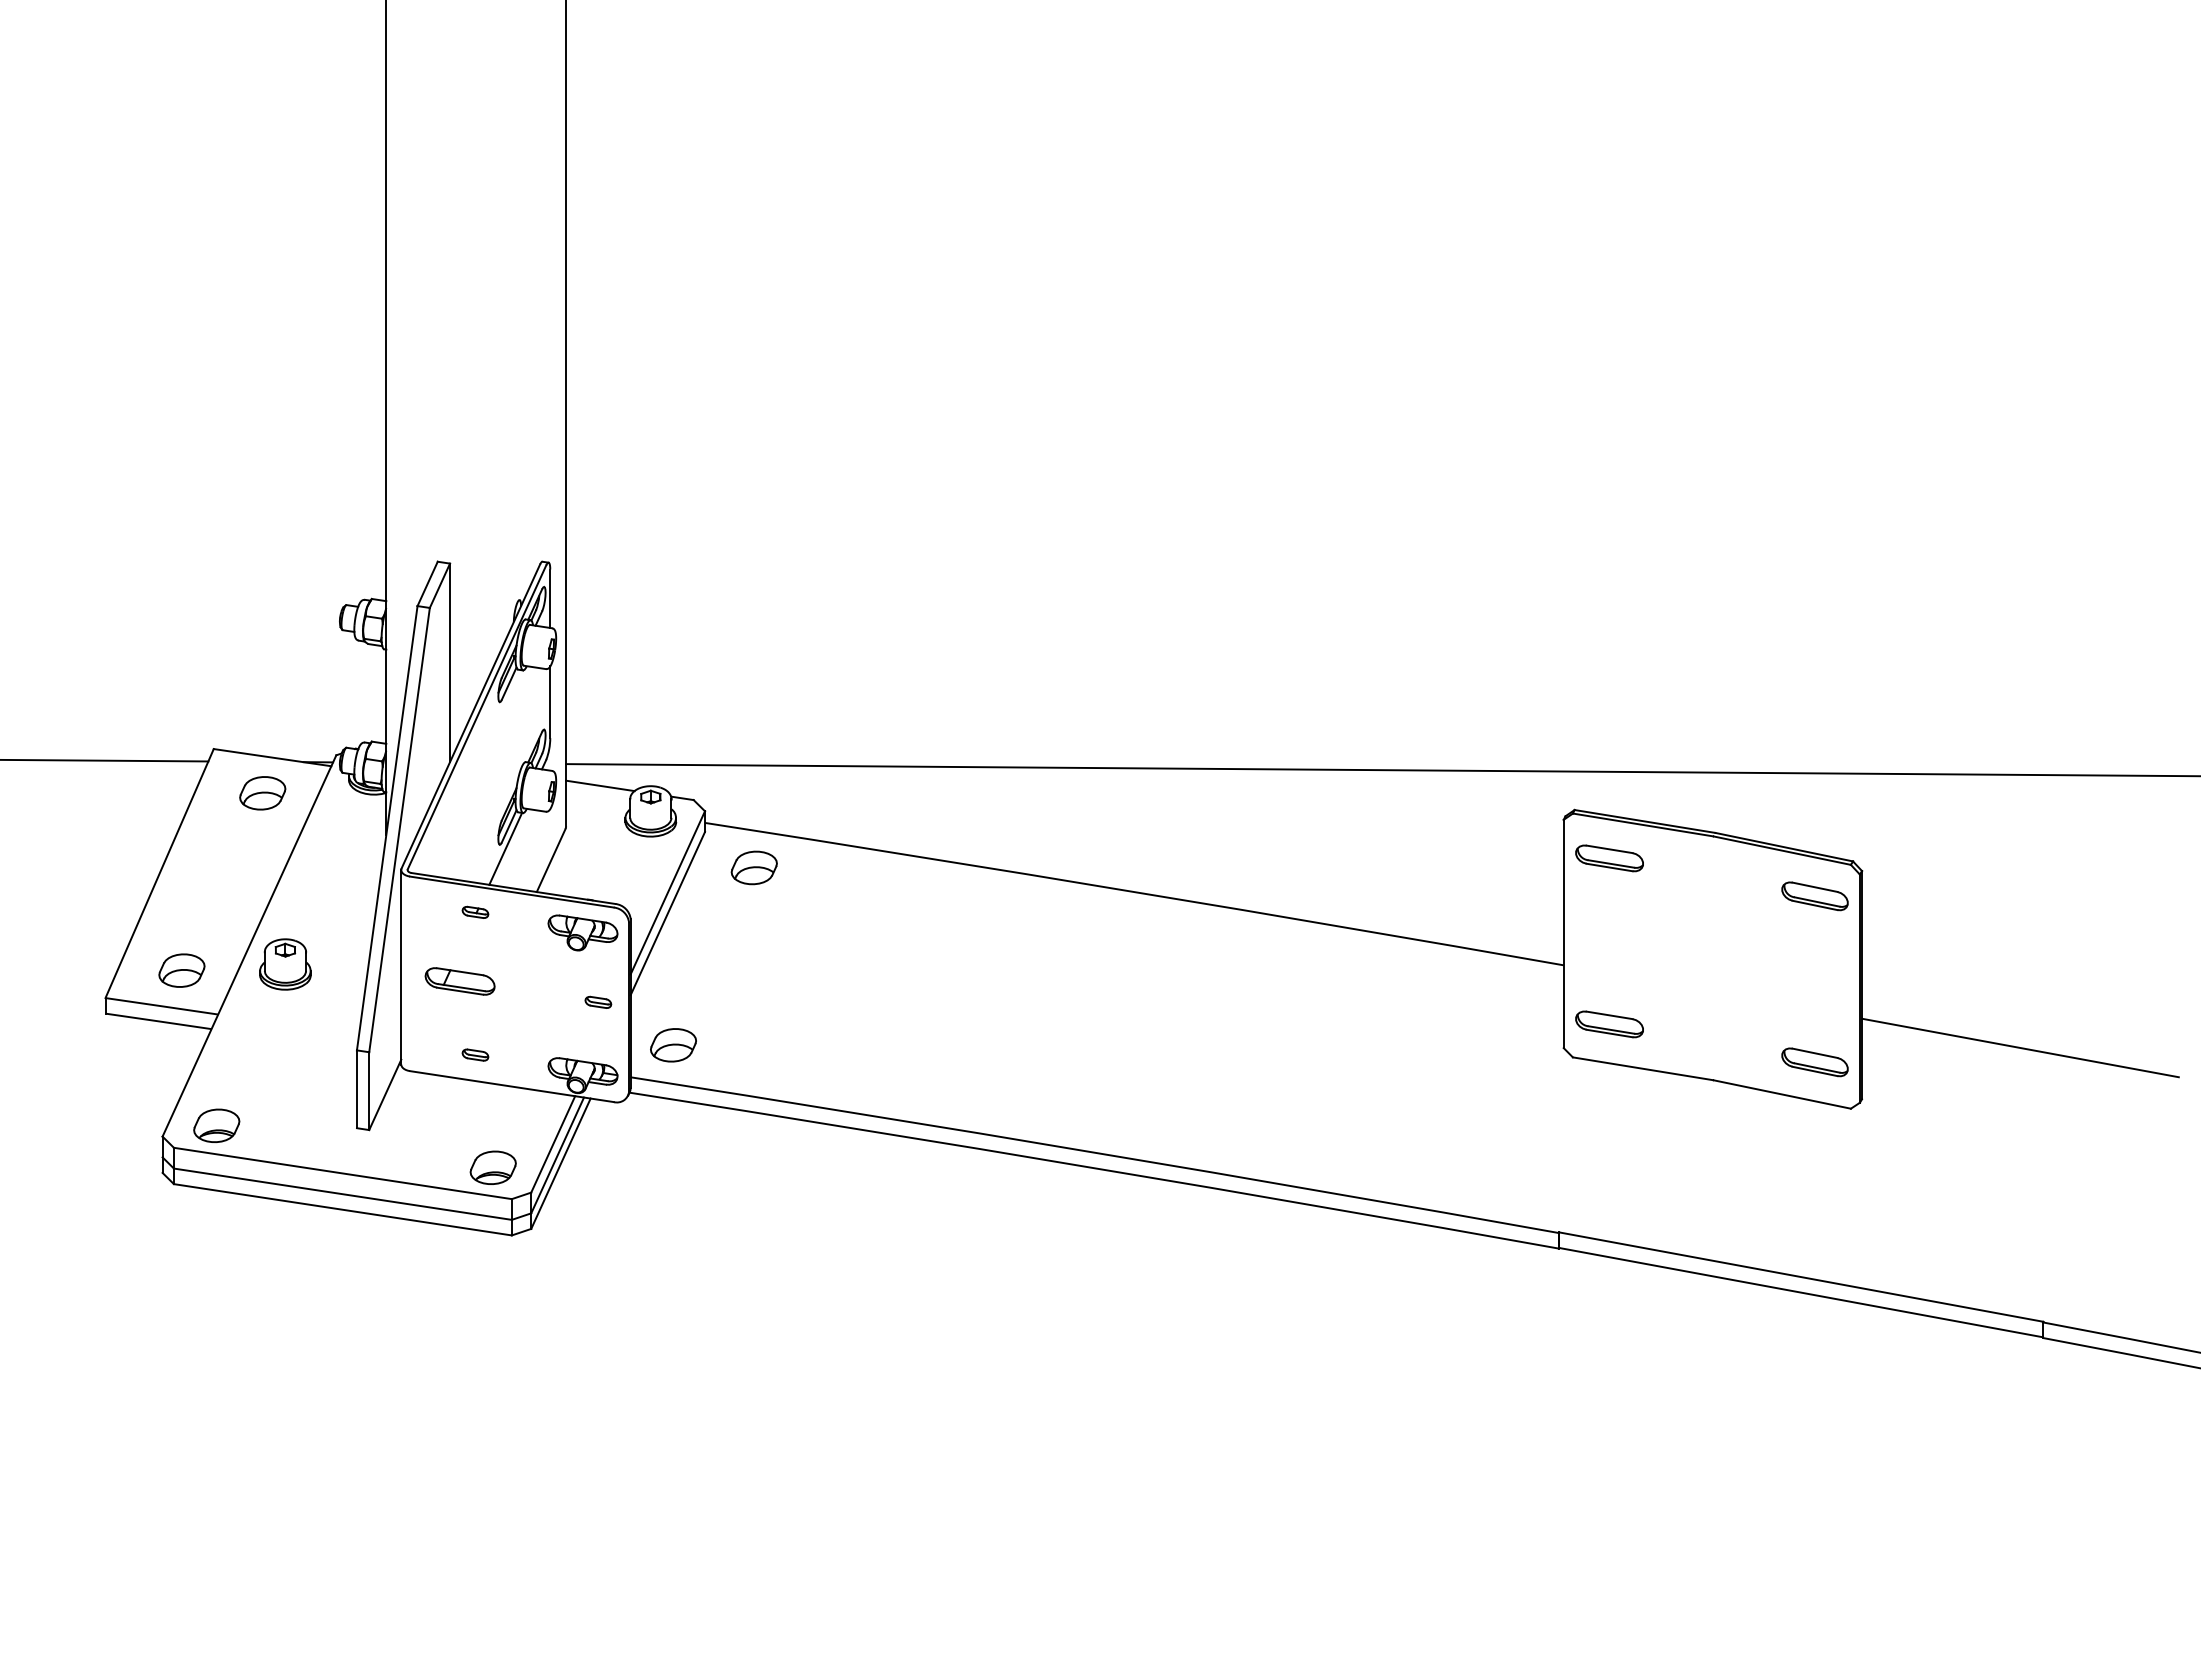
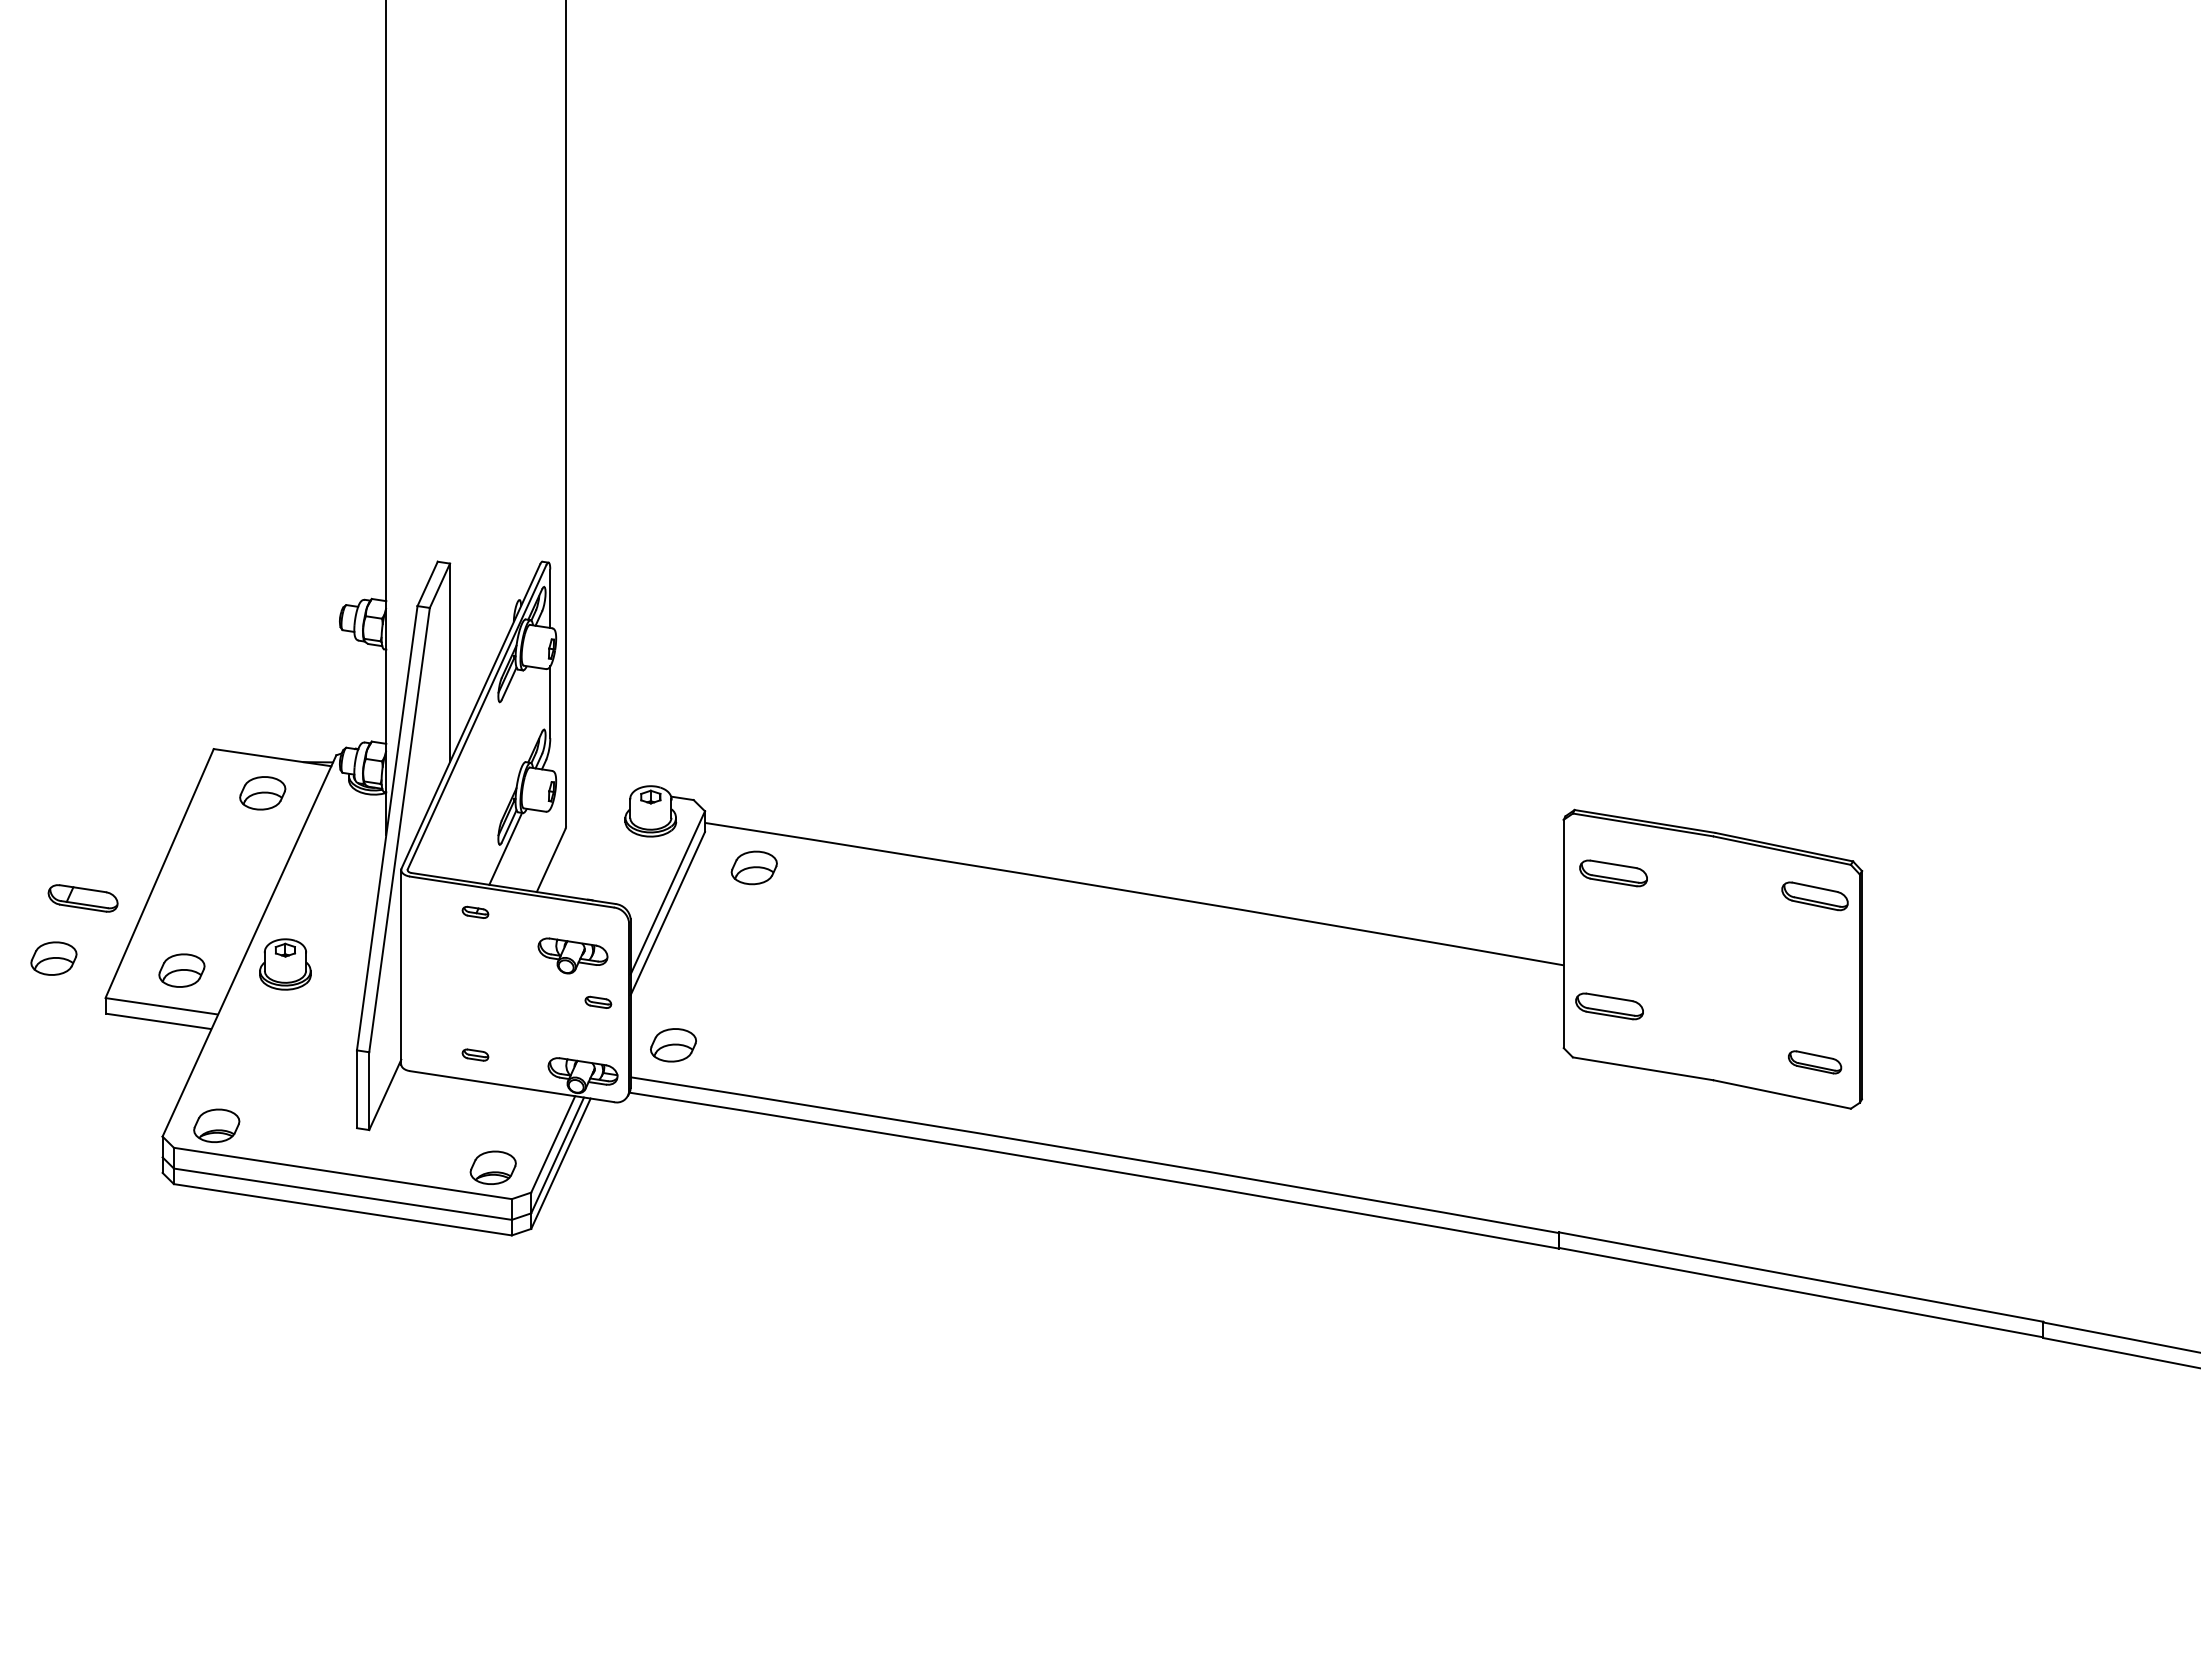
line at (105, 760): present -> none
line at (1381, 770): present -> none
line at (600, 785): present -> none
part at (1609, 858) position: (1609, 858) -> (1613, 873)
part at (582, 932) position: (582, 932) -> (572, 955)
part at (53, 958): none -> present
part at (459, 981) position: (459, 981) -> (82, 898)
part at (1609, 1024) position: (1609, 1024) -> (1609, 1006)
line at (2020, 1047): present -> none
part at (1814, 1062) size: 68x31 px -> 55x25 px
